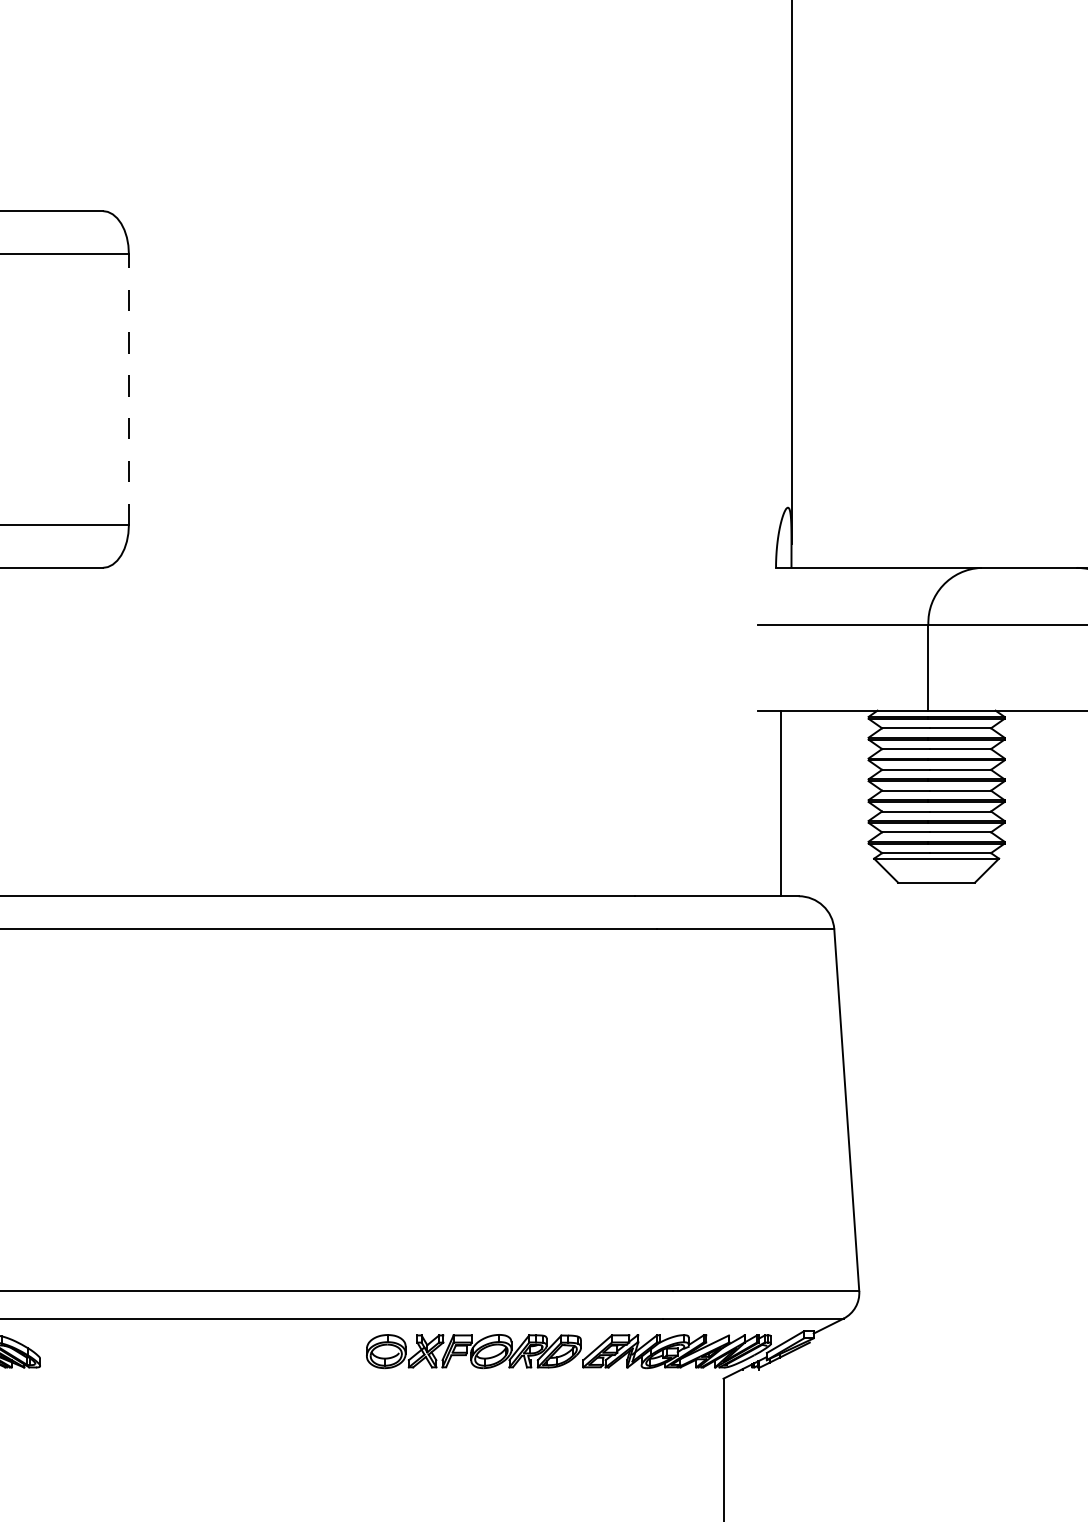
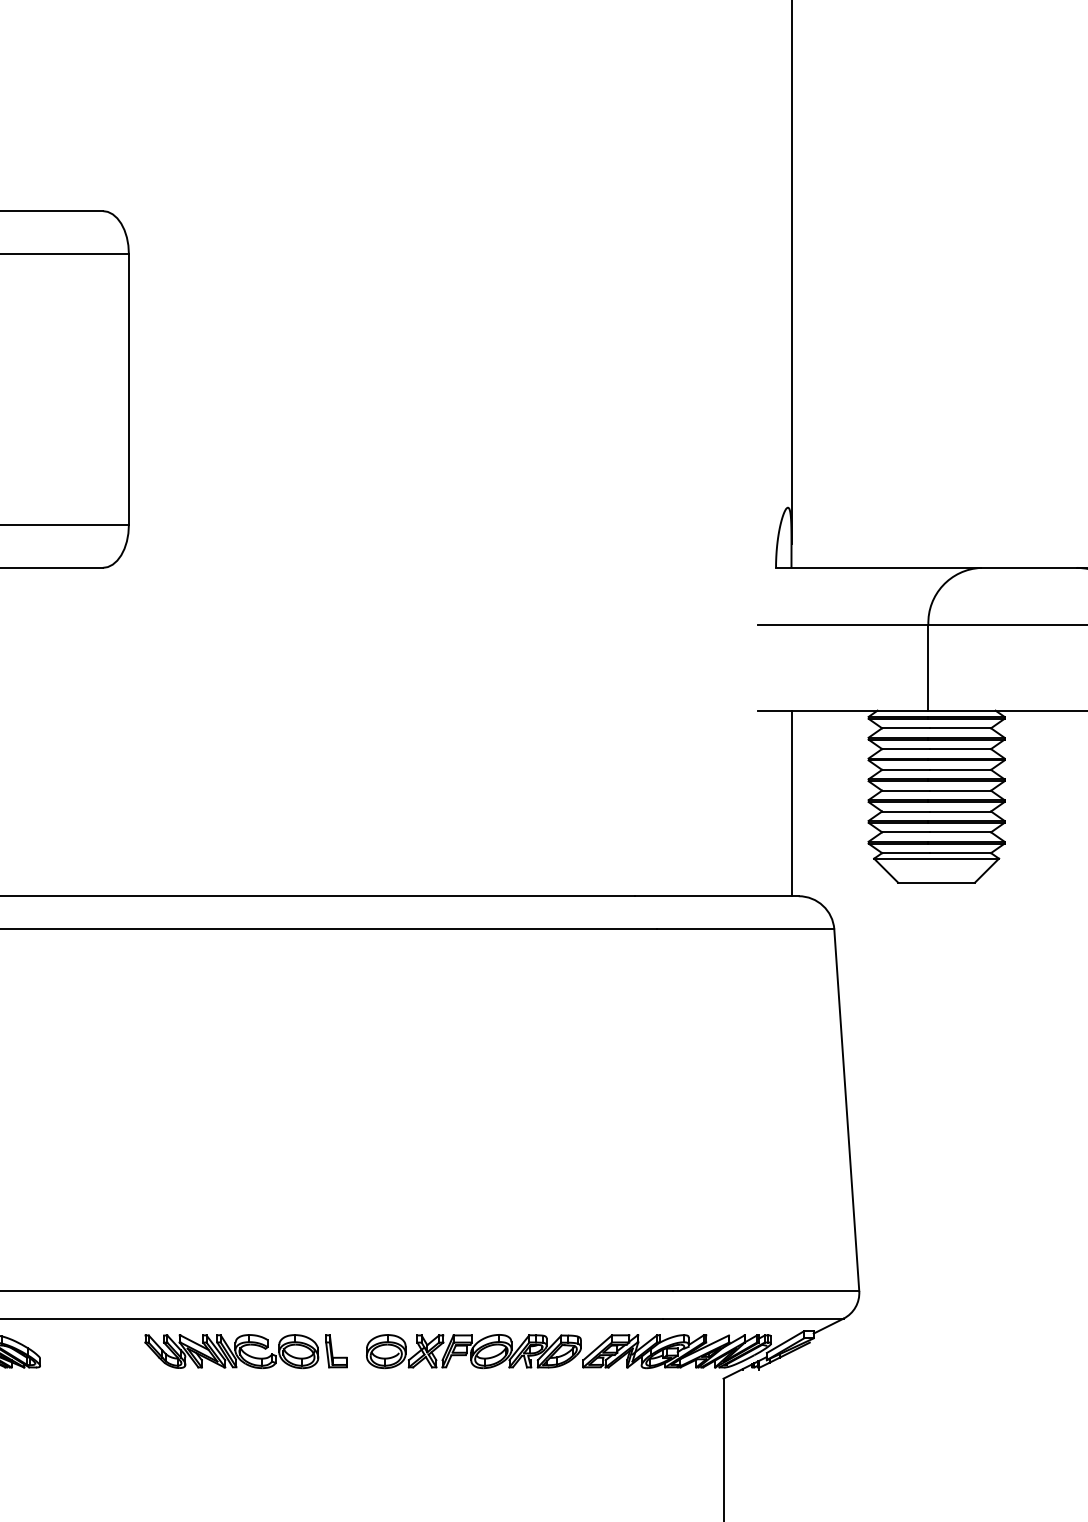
line at (128, 389): dashed -> solid
line at (780, 803) position: (780, 803) -> (791, 803)
part at (245, 1351): none -> present
